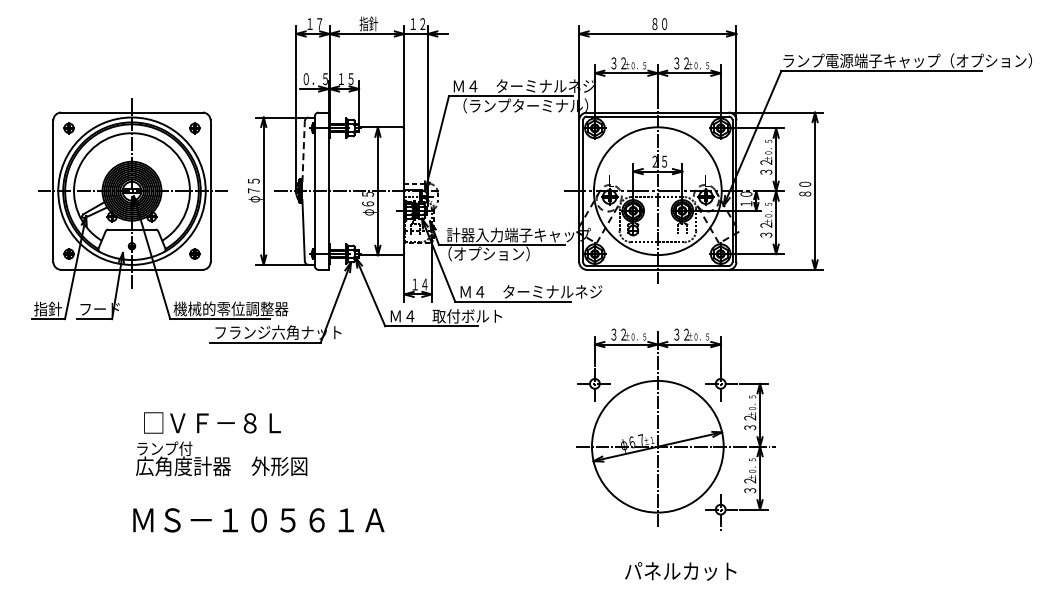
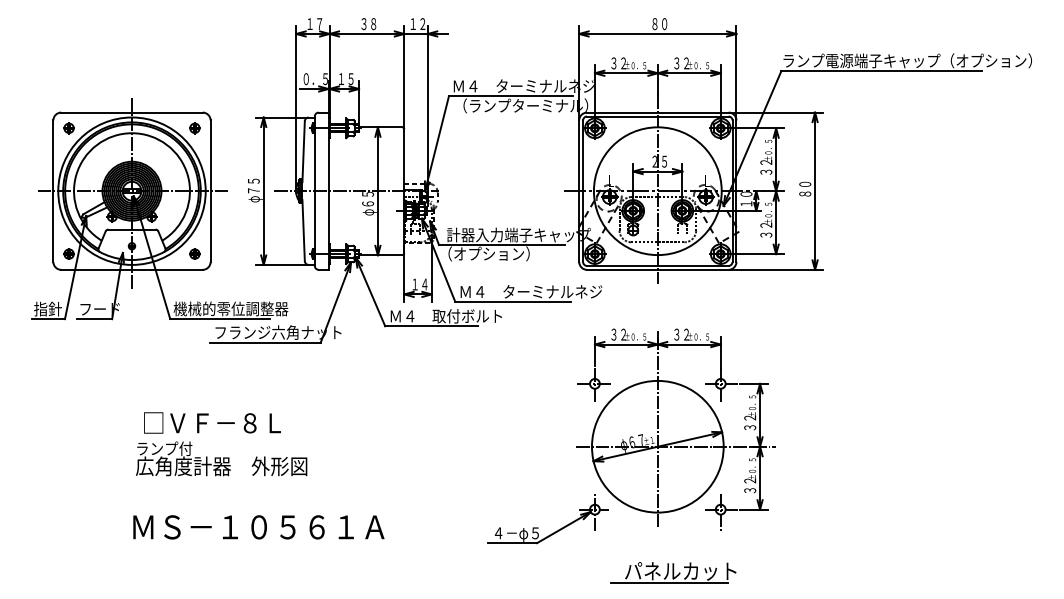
text at (368, 23): 指針 -> ３８
line at (303, 151): dashed -> solid
text at (258, 520) position: (258, 520) -> (258, 527)
part at (538, 527): none -> present
line at (669, 583): none -> present
